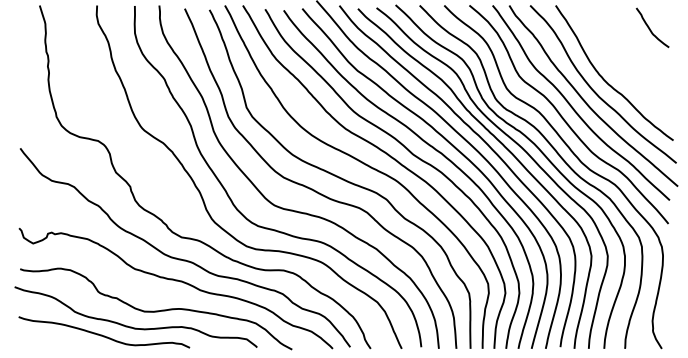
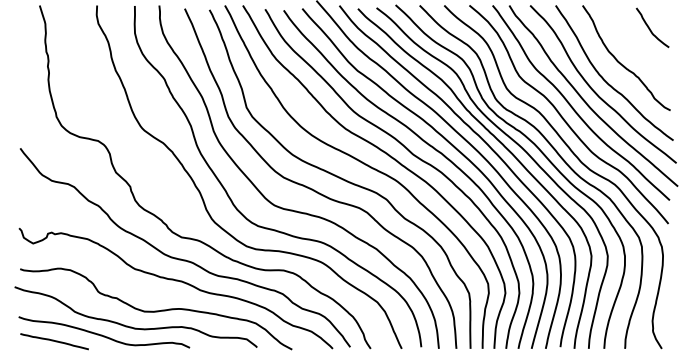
curve at (620, 62): none -> present
line at (54, 341): none -> present
